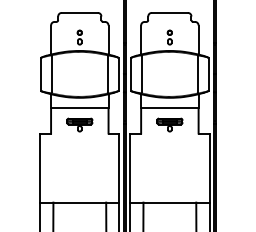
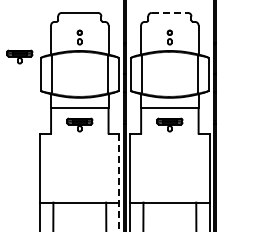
line at (170, 12): solid -> dashed
part at (19, 56): none -> present
line at (119, 183): solid -> dashed
